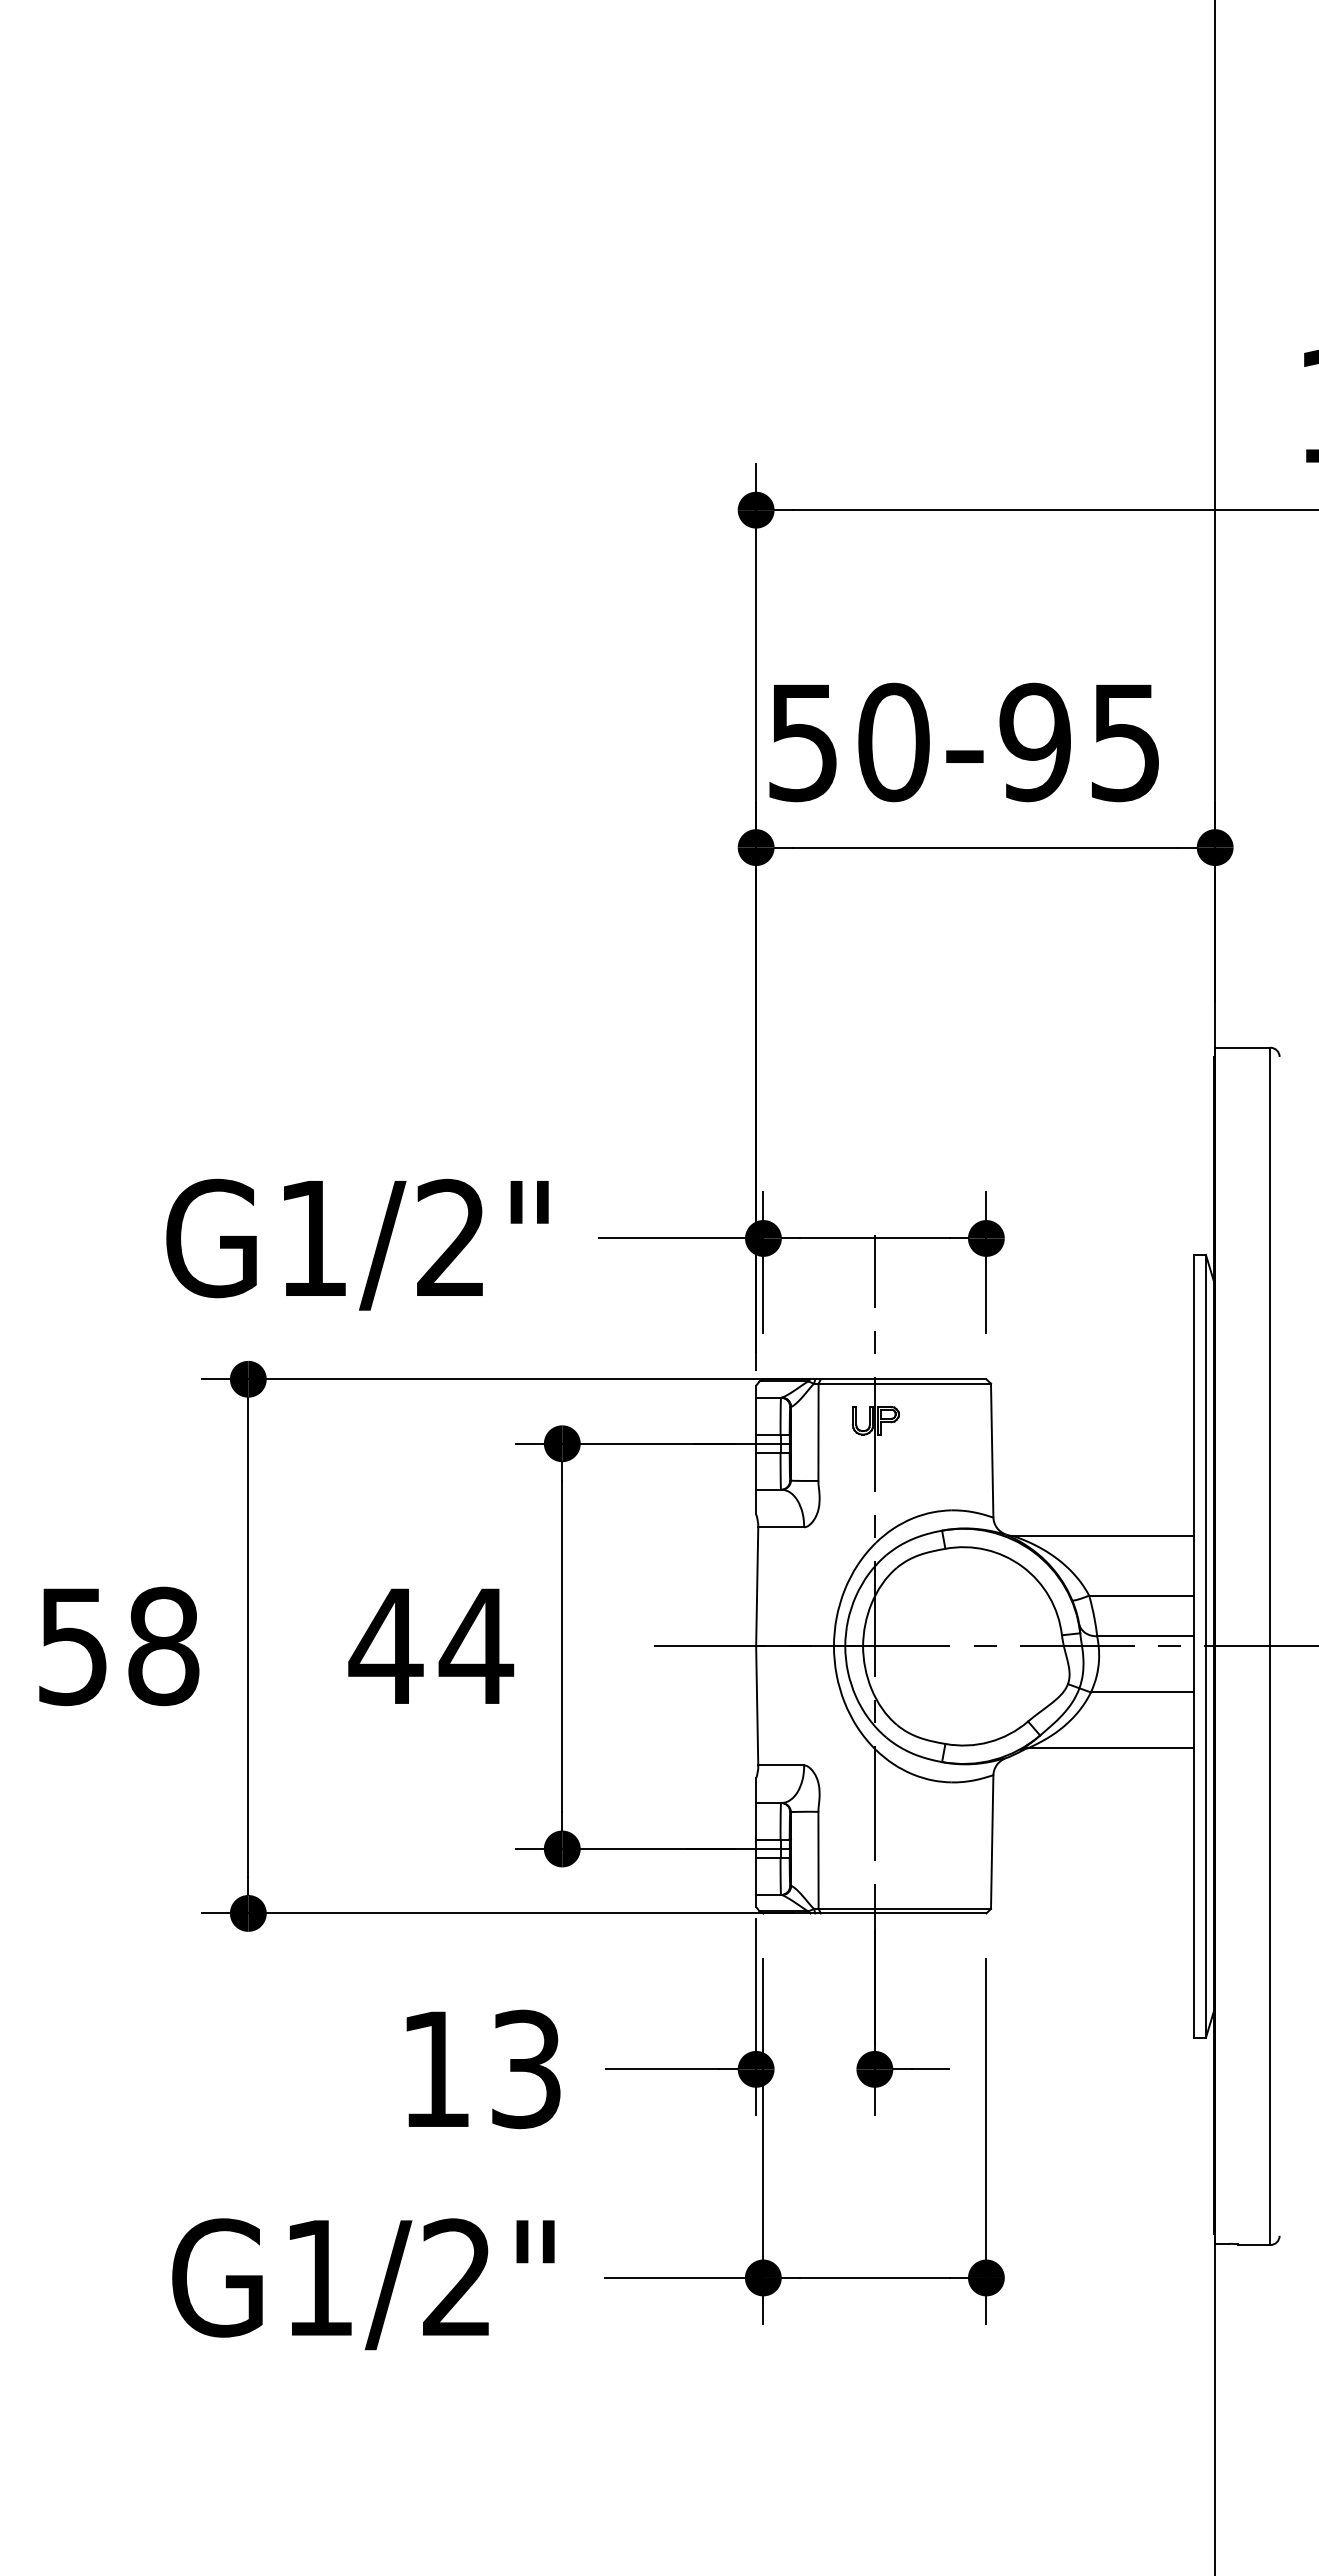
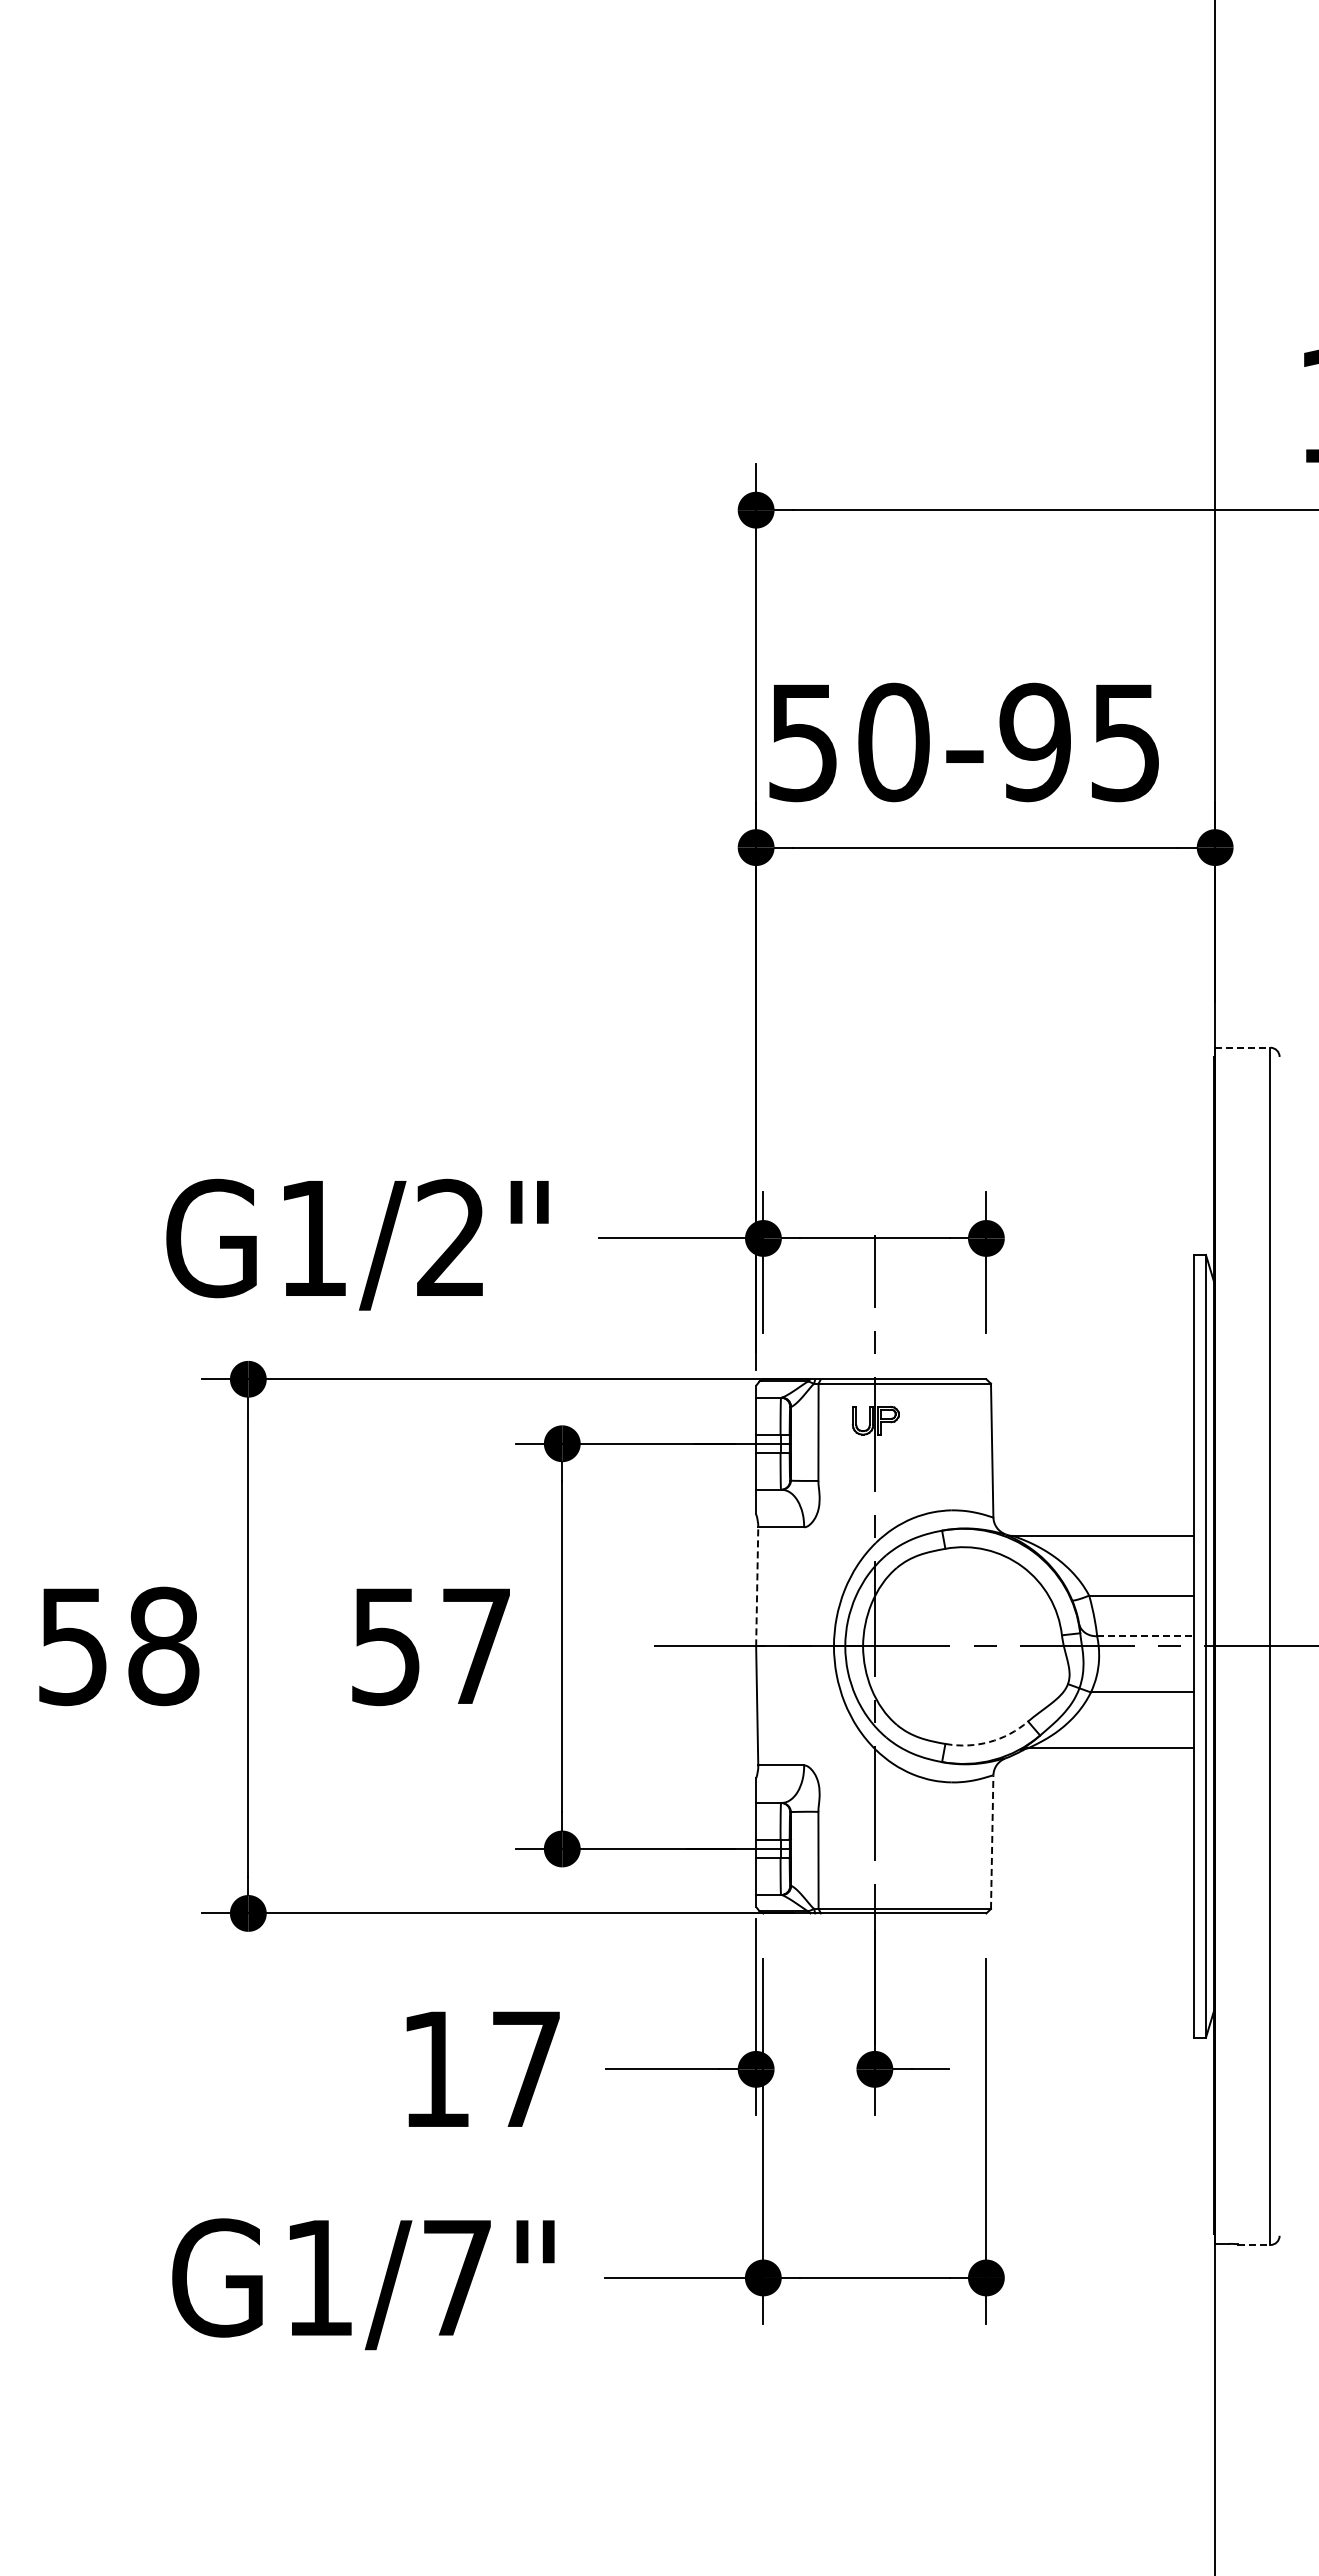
line at (1242, 1047): solid -> dashed
line at (757, 1586): solid -> dashed
line at (1146, 1636): solid -> dashed
text at (431, 1647): 44 -> 57
arc at (989, 1742): solid -> dashed
line at (992, 1842): solid -> dashed
text at (526, 2069): 13 -> 17
line at (1254, 2244): solid -> dashed
text at (456, 2276): G1/2" -> G1/7"
